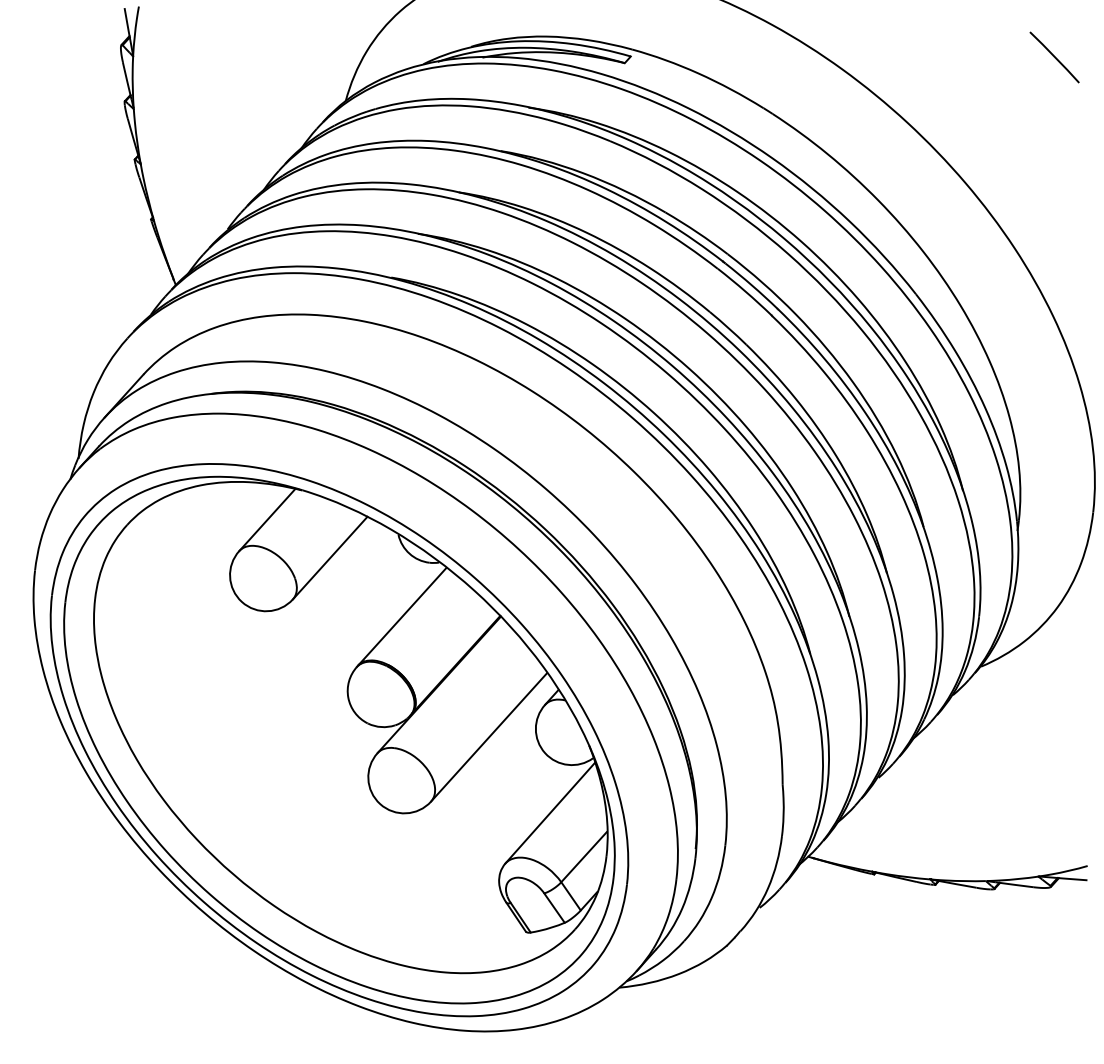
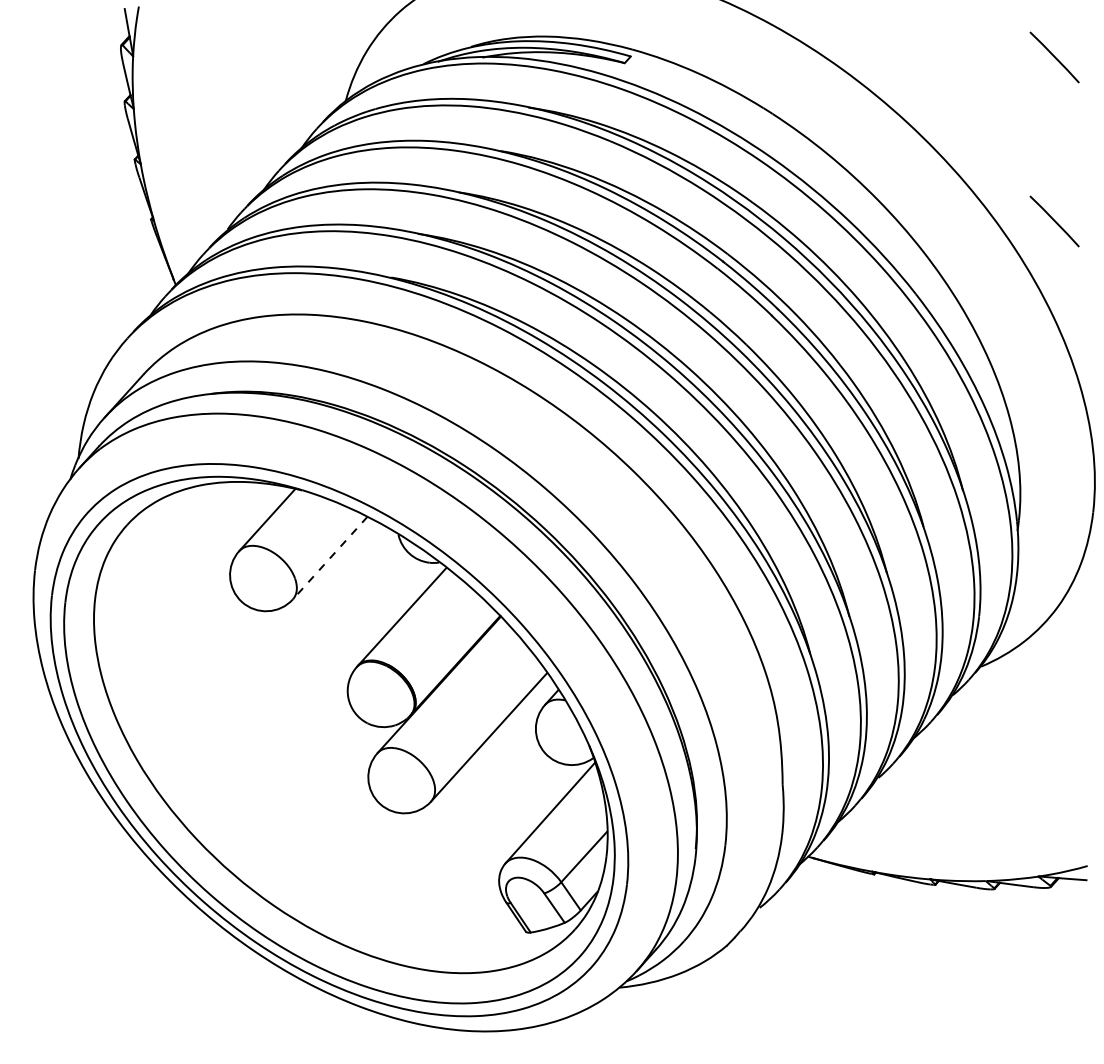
line at (1054, 221): none -> present
line at (330, 558): solid -> dashed
